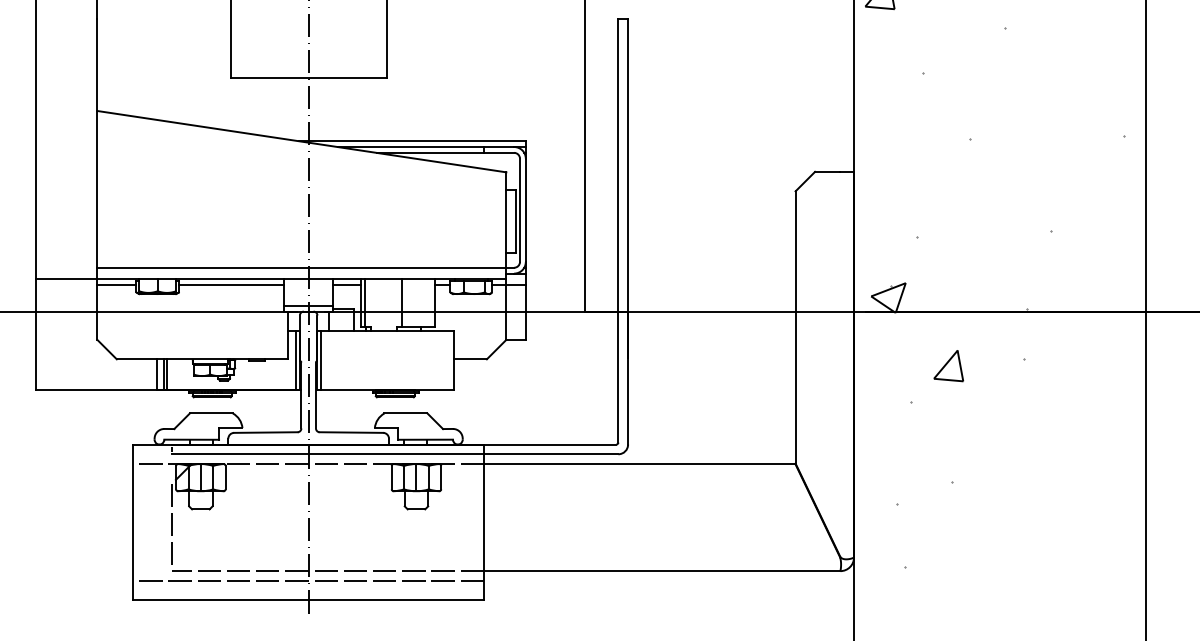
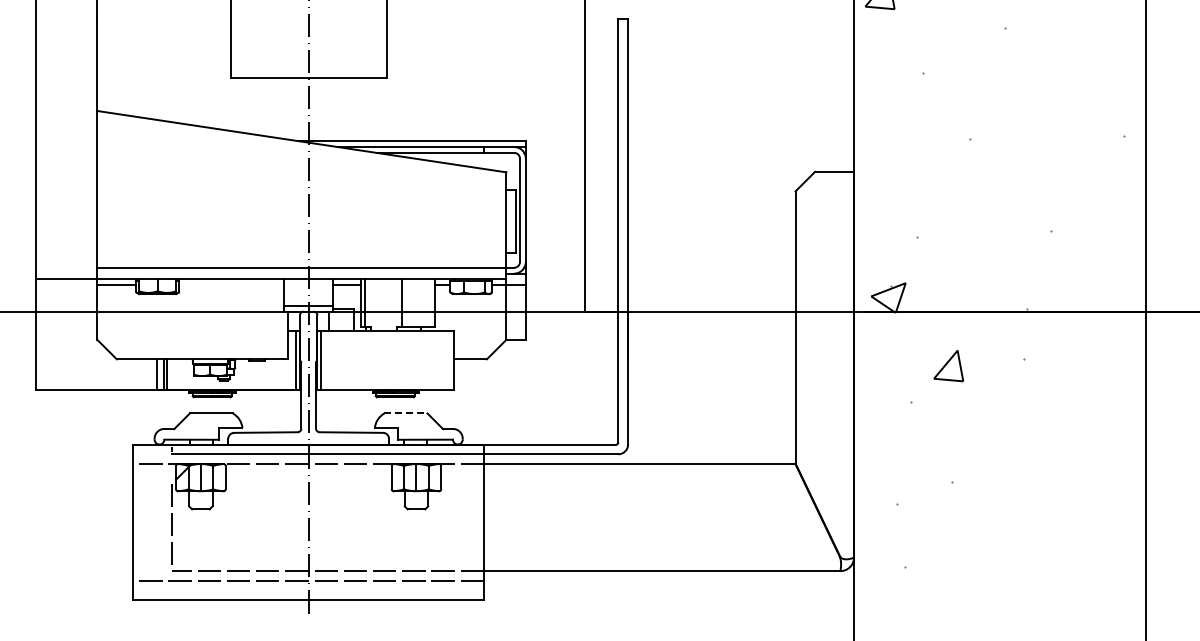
line at (231, 285): present -> none
line at (405, 413): solid -> dashed
